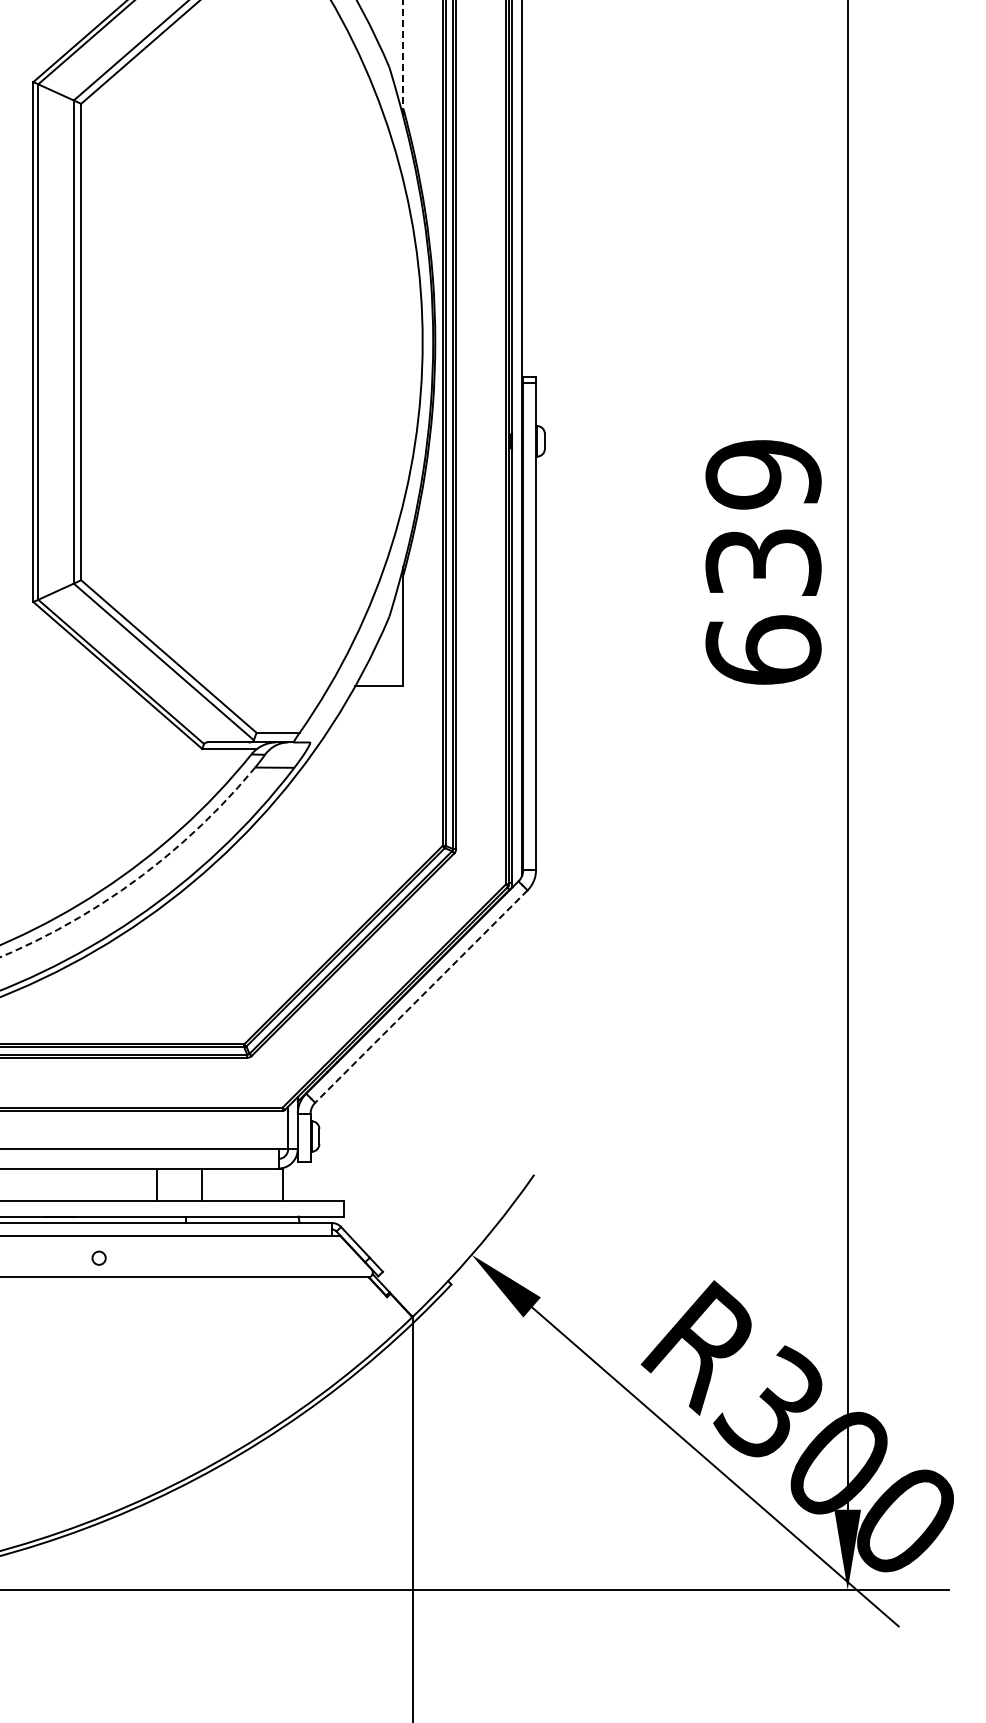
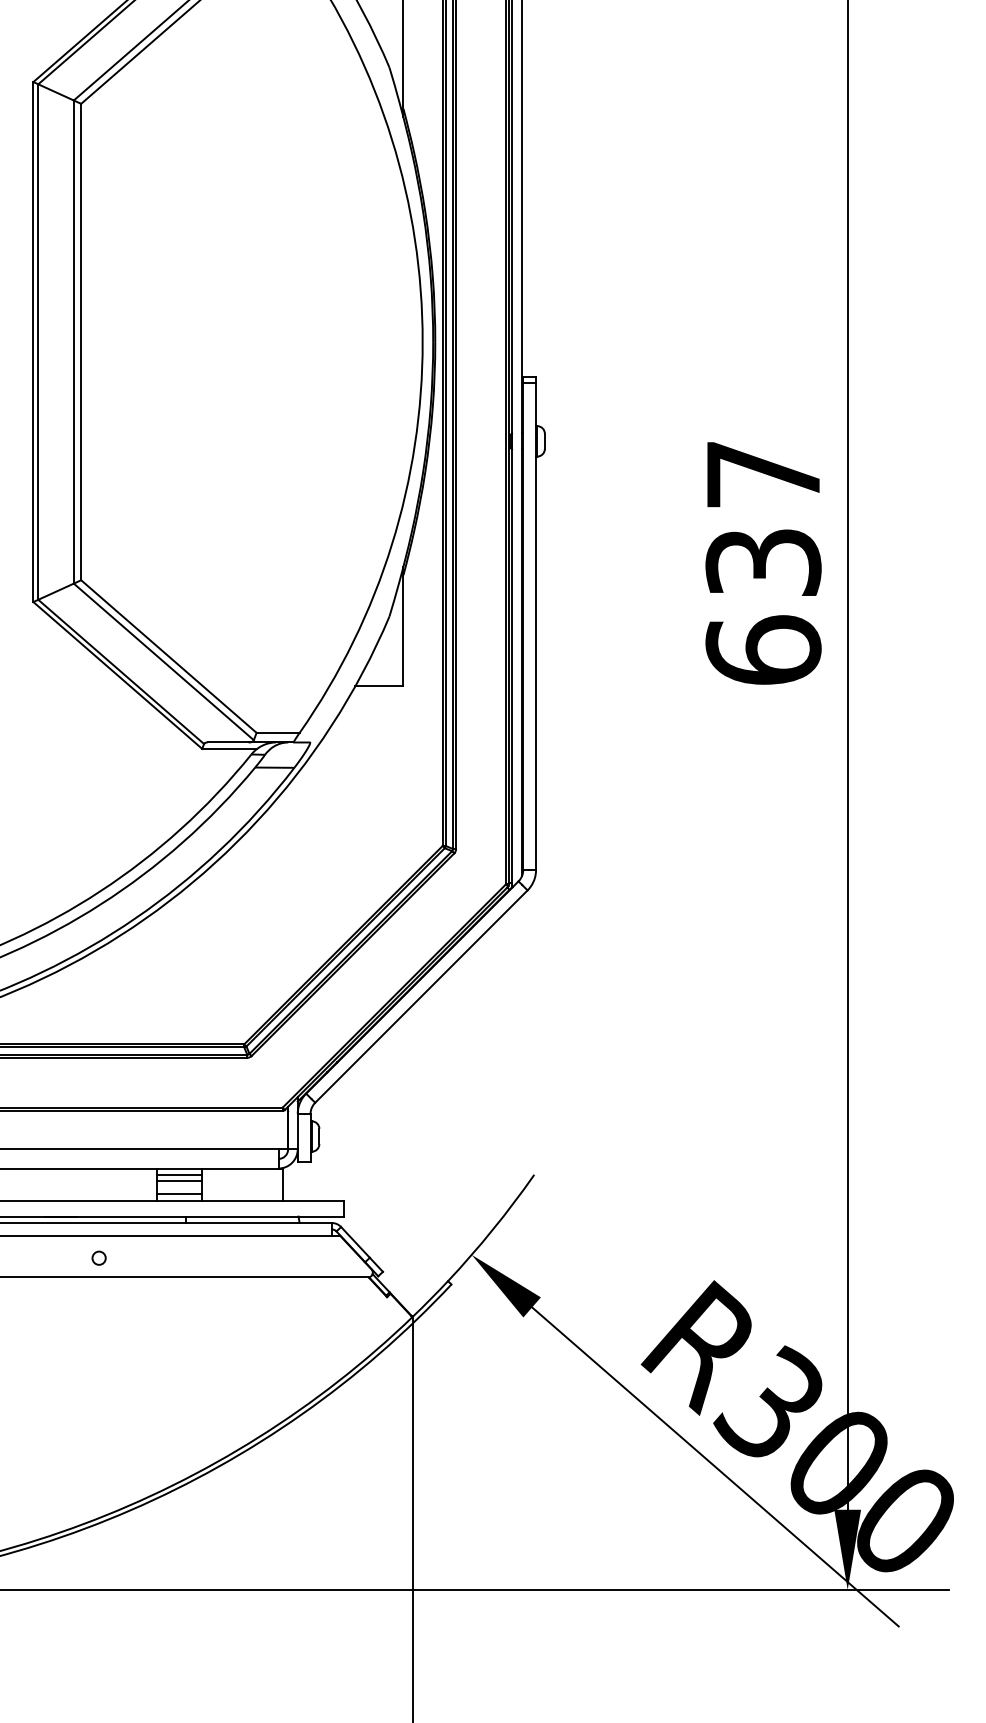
line at (403, 59): dashed -> solid
text at (763, 474): 639 -> 637
arc at (138, 877): dashed -> solid
line at (421, 996): dashed -> solid
line at (179, 1174): none -> present
line at (179, 1181): none -> present
line at (179, 1194): none -> present
